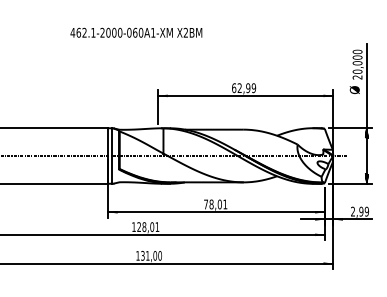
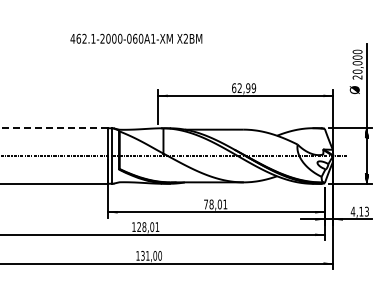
text at (136, 32) position: (136, 32) -> (136, 38)
line at (54, 128): solid -> dashed
text at (359, 211): 2,99 -> 4,13
